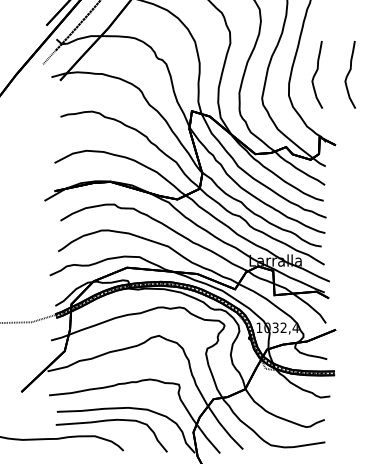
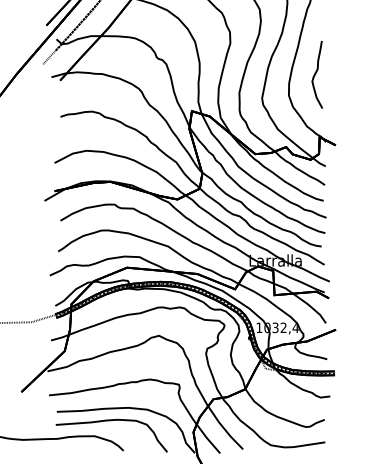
curve at (349, 73): present -> none
